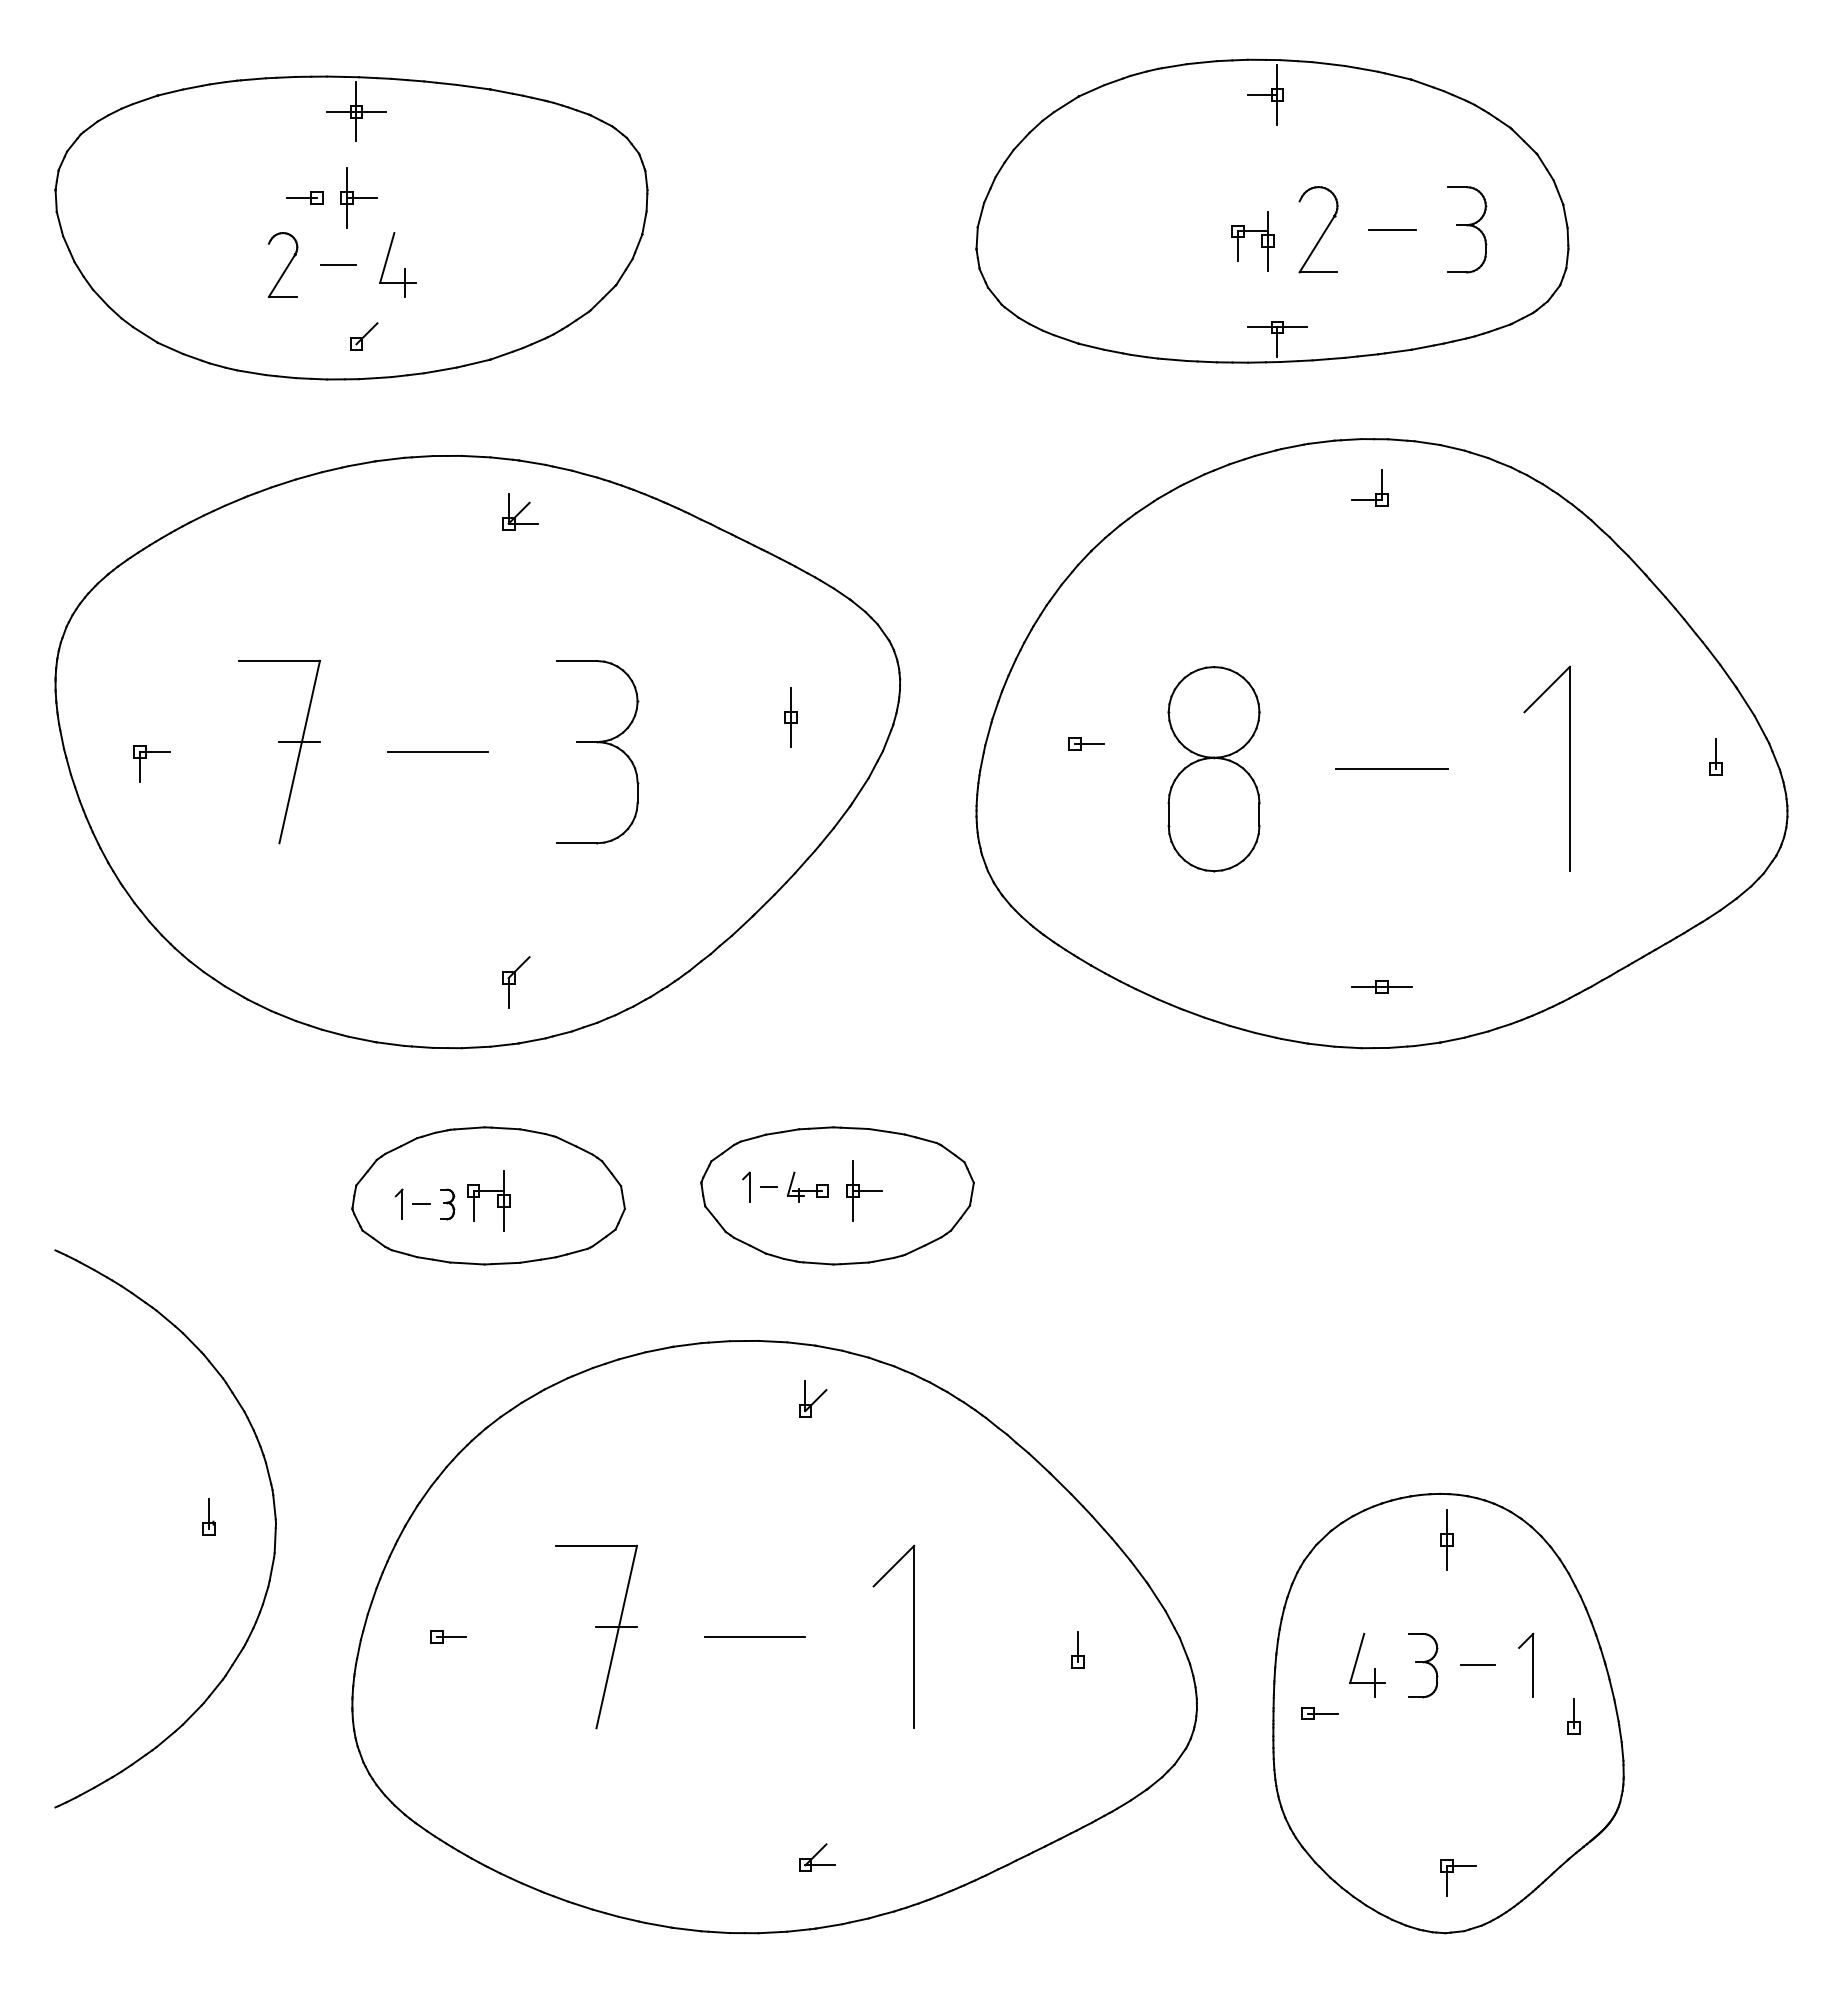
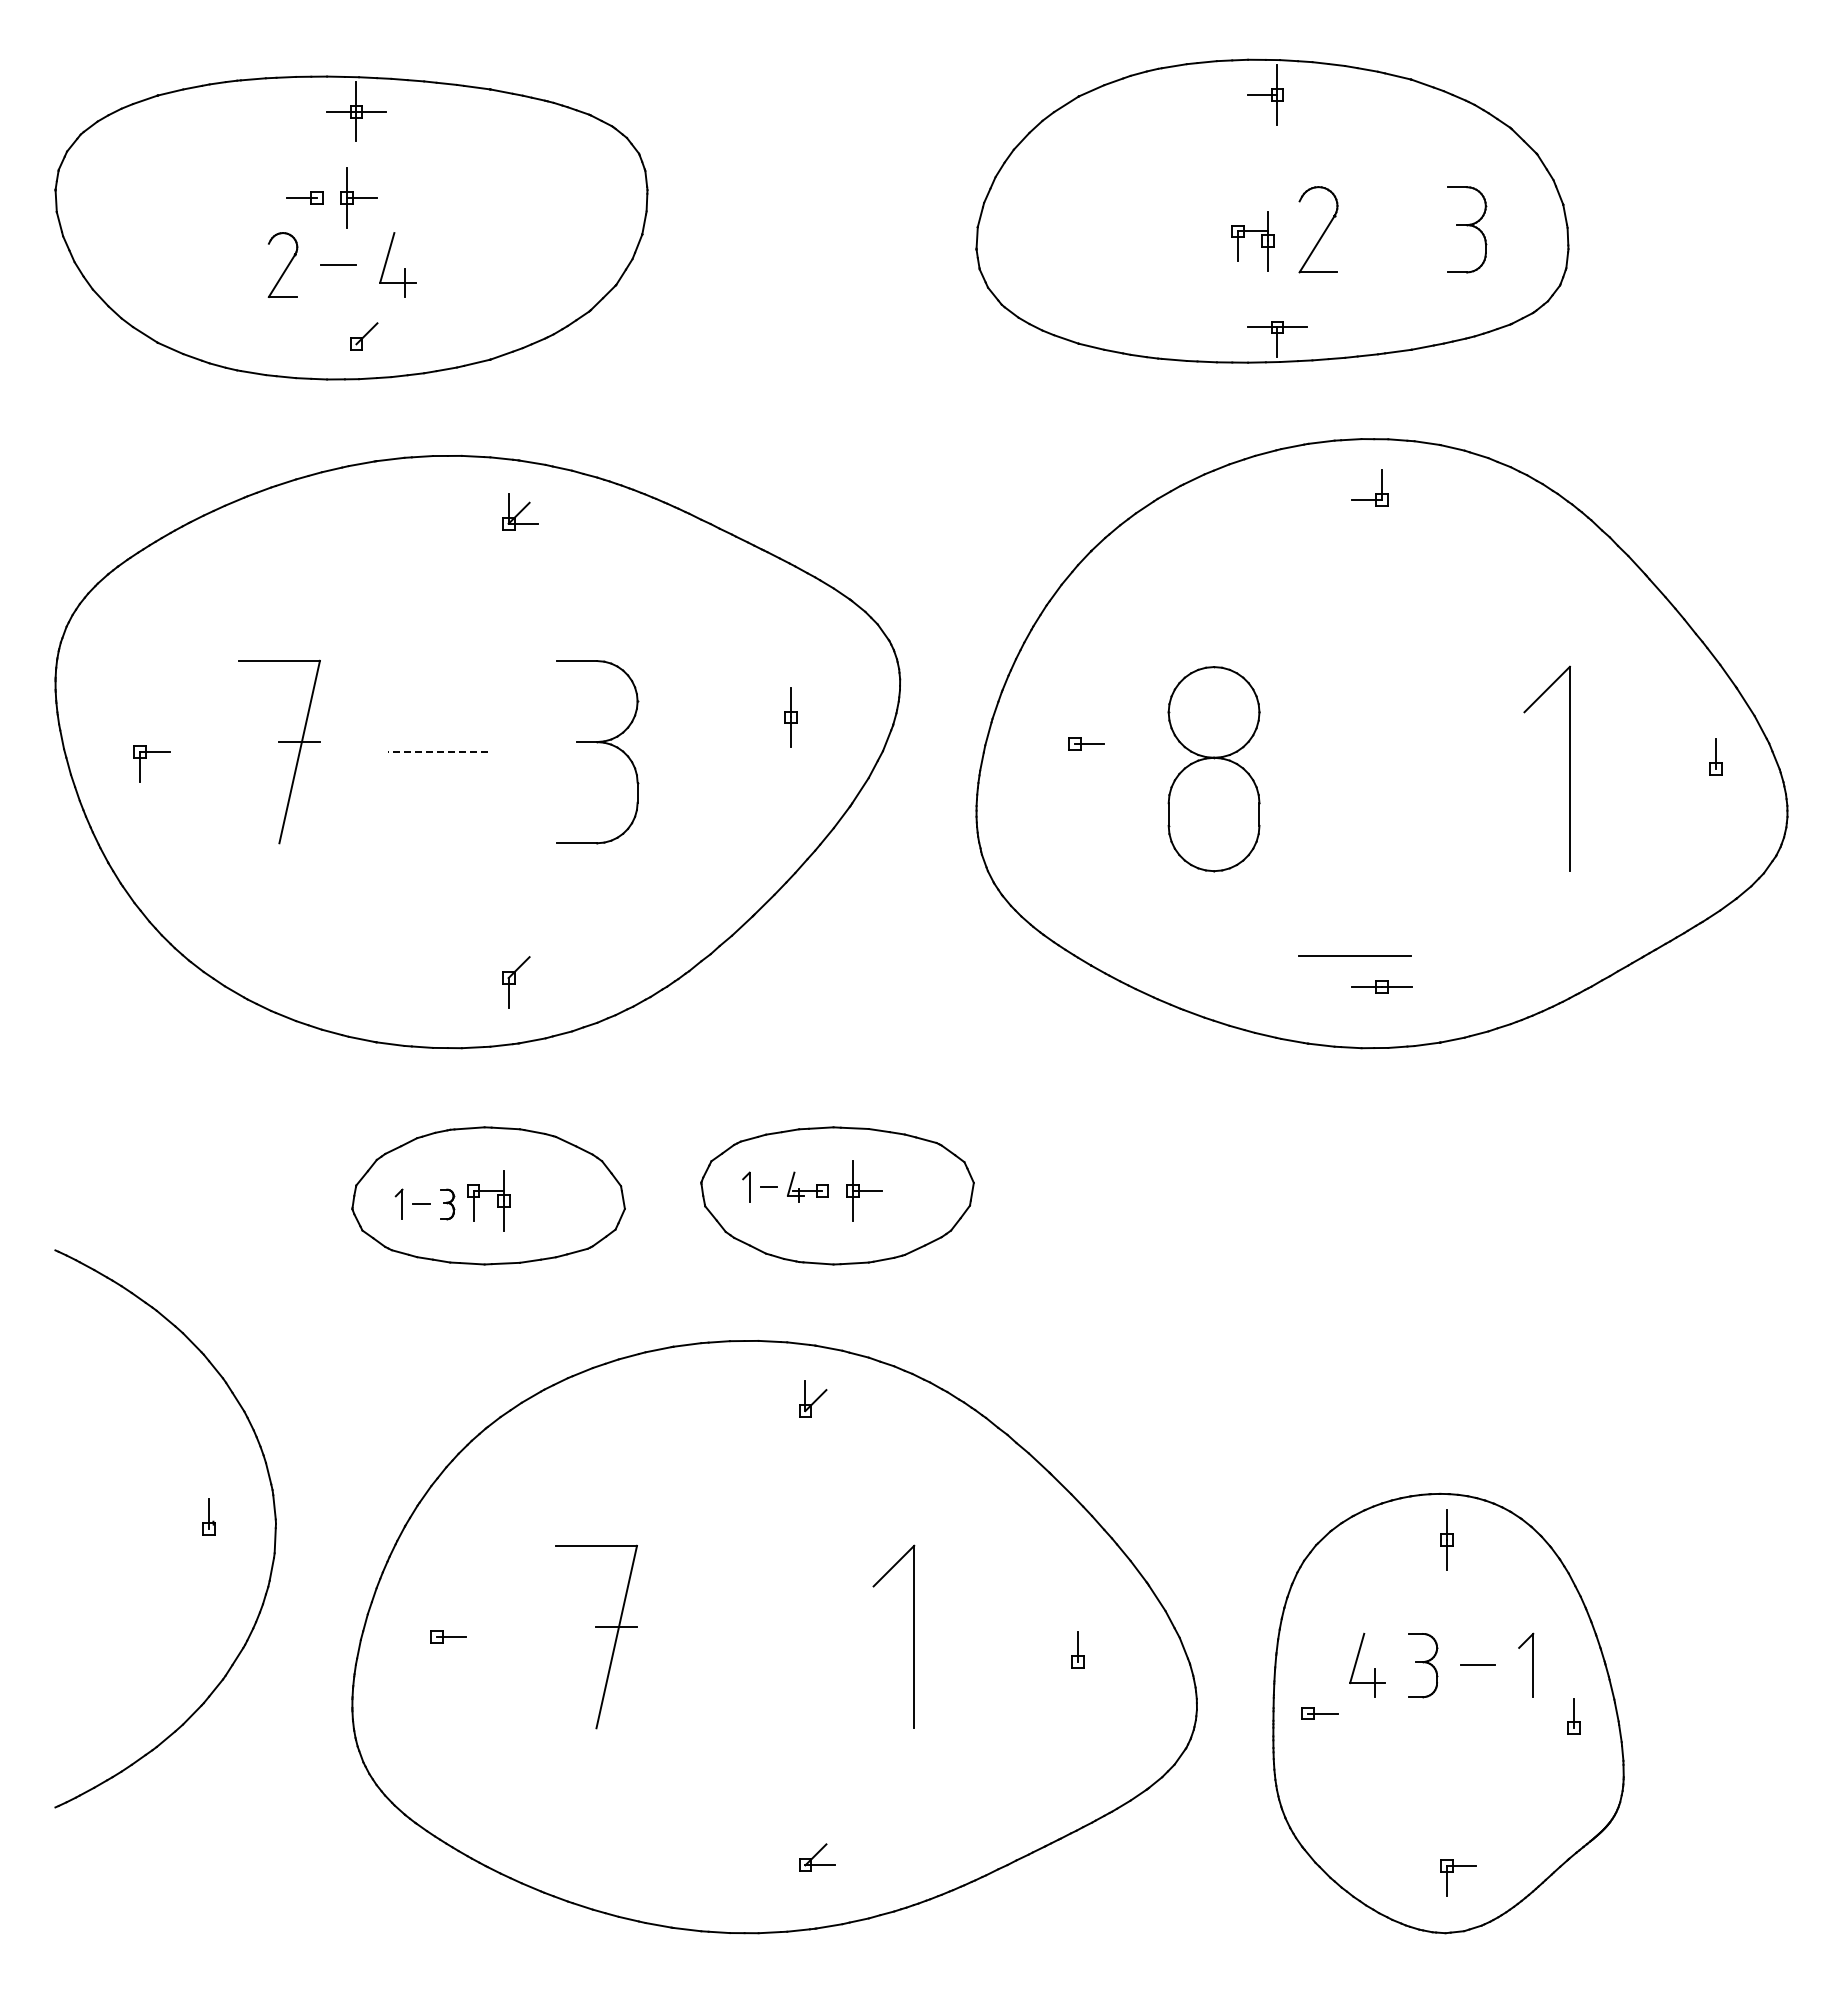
line at (1392, 229): present -> none
line at (438, 752): solid -> dashed
line at (1391, 768) position: (1391, 768) -> (1354, 955)
line at (755, 1637): present -> none
